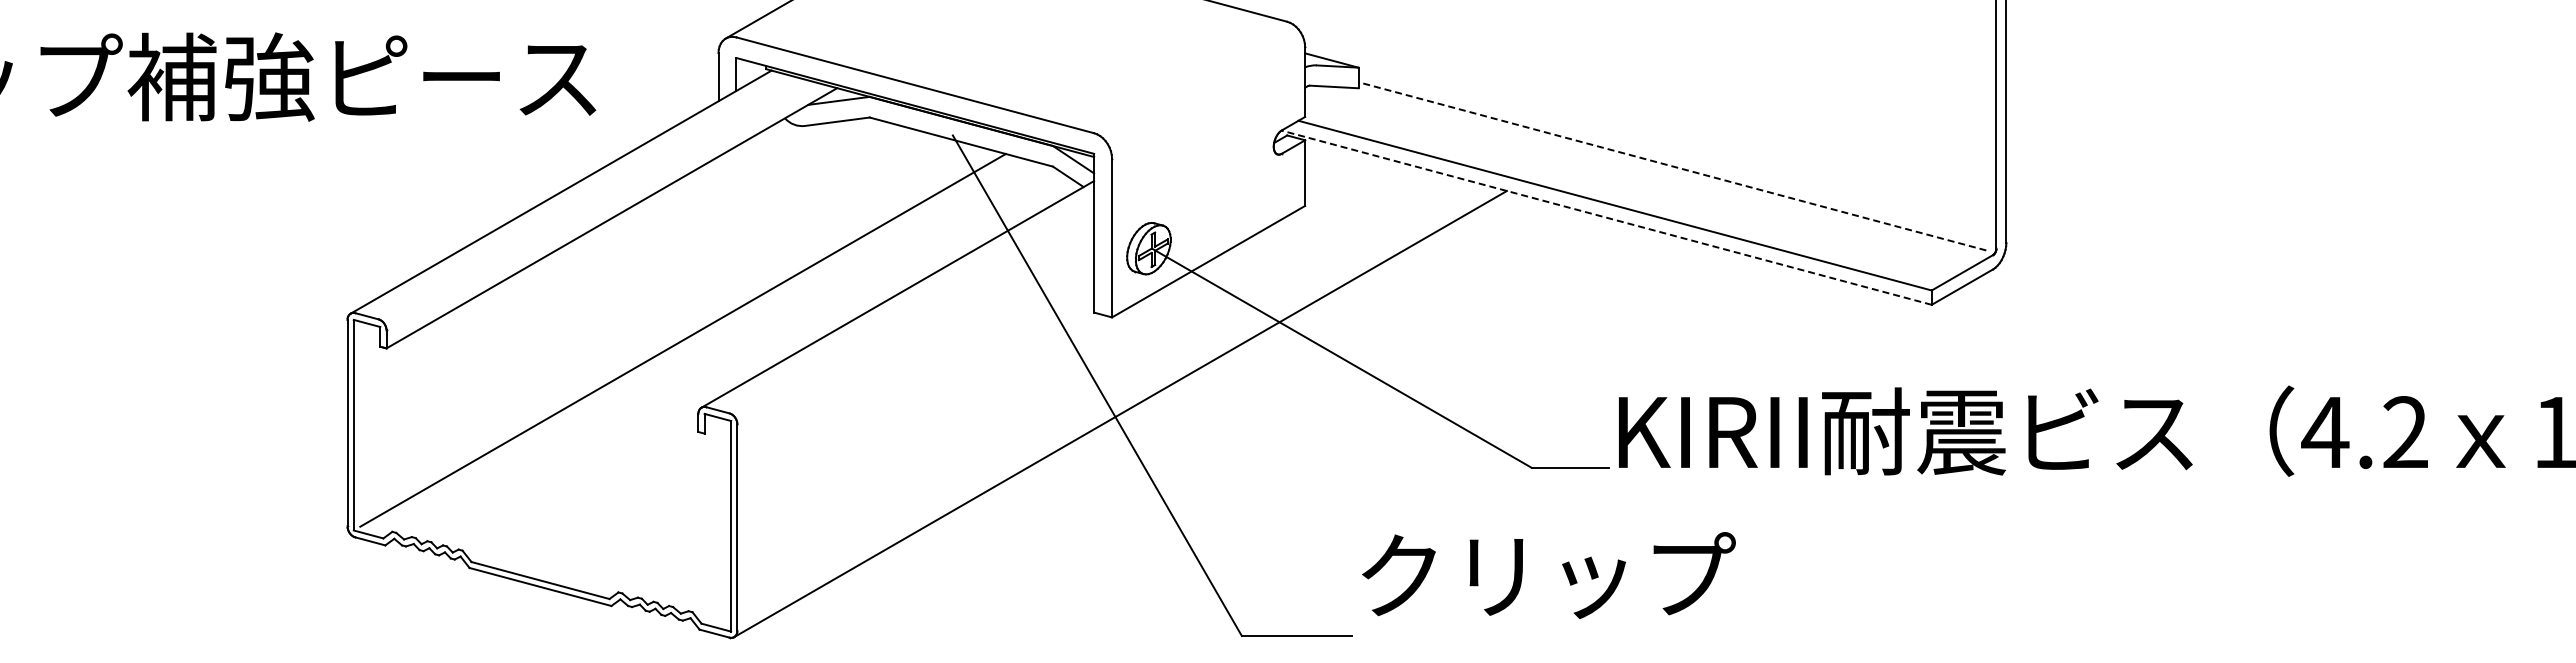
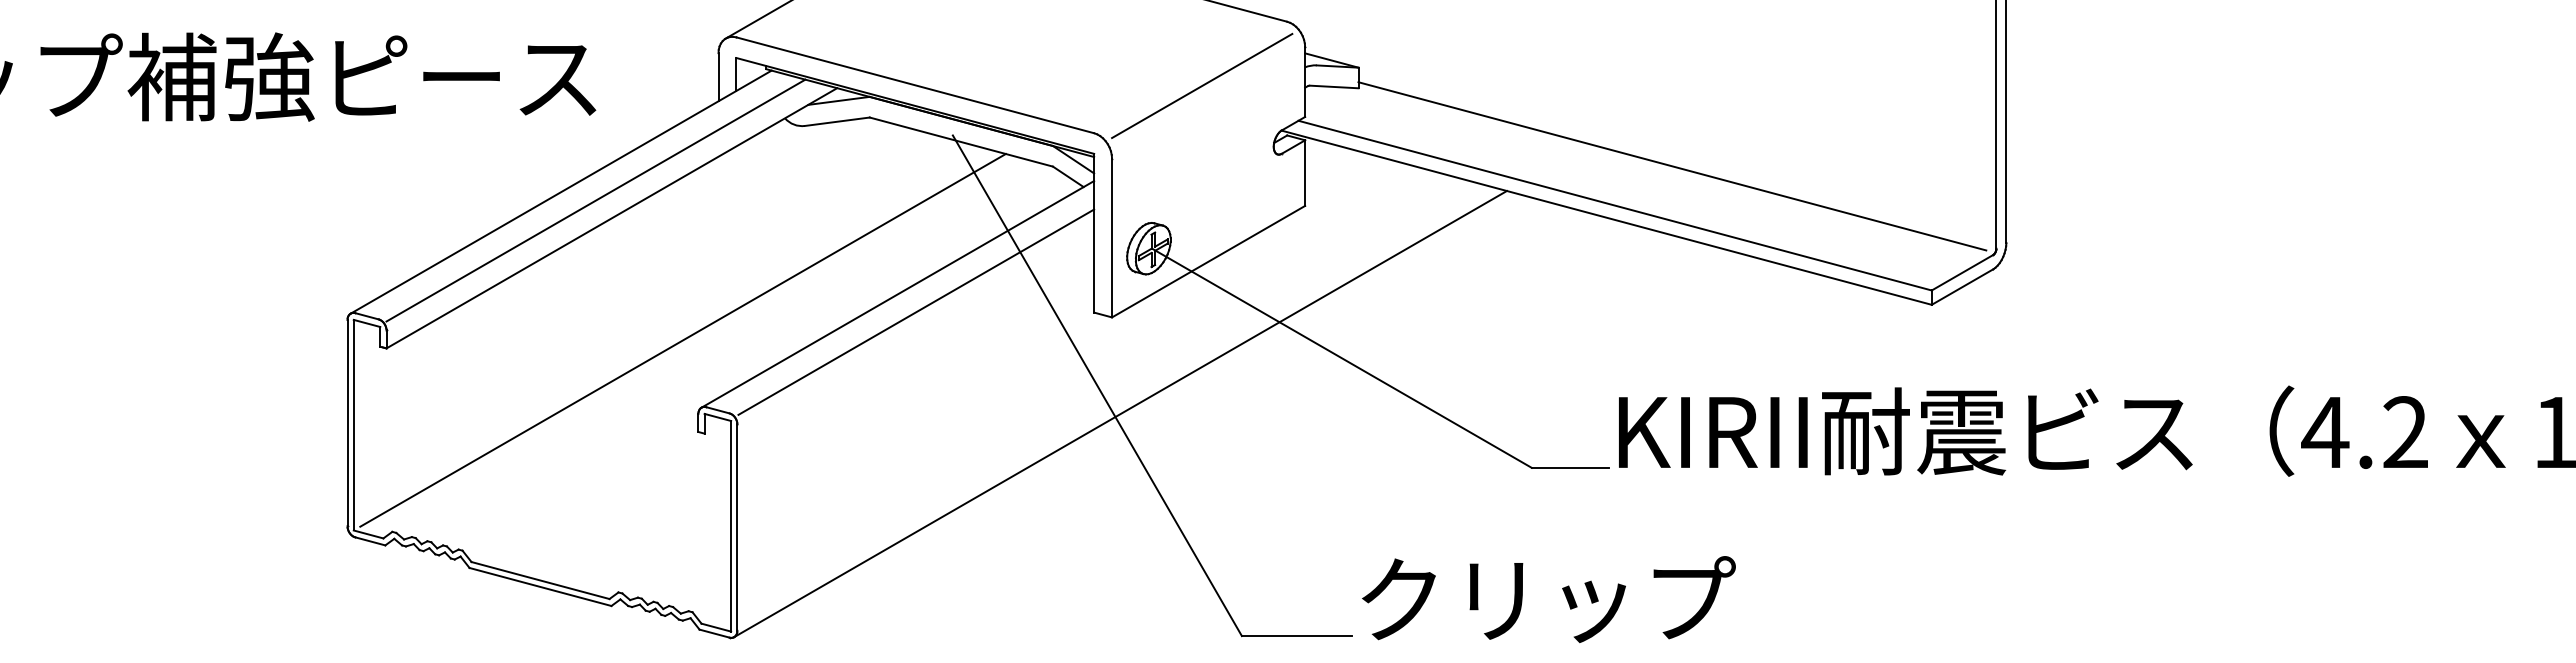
line at (1202, 85): none -> present
line at (1672, 166): dashed -> solid
line at (595, 200): none -> present
line at (1606, 217): dashed -> solid
line at (916, 311): none -> present
text at (1548, 575) position: (1548, 575) -> (1548, 599)
